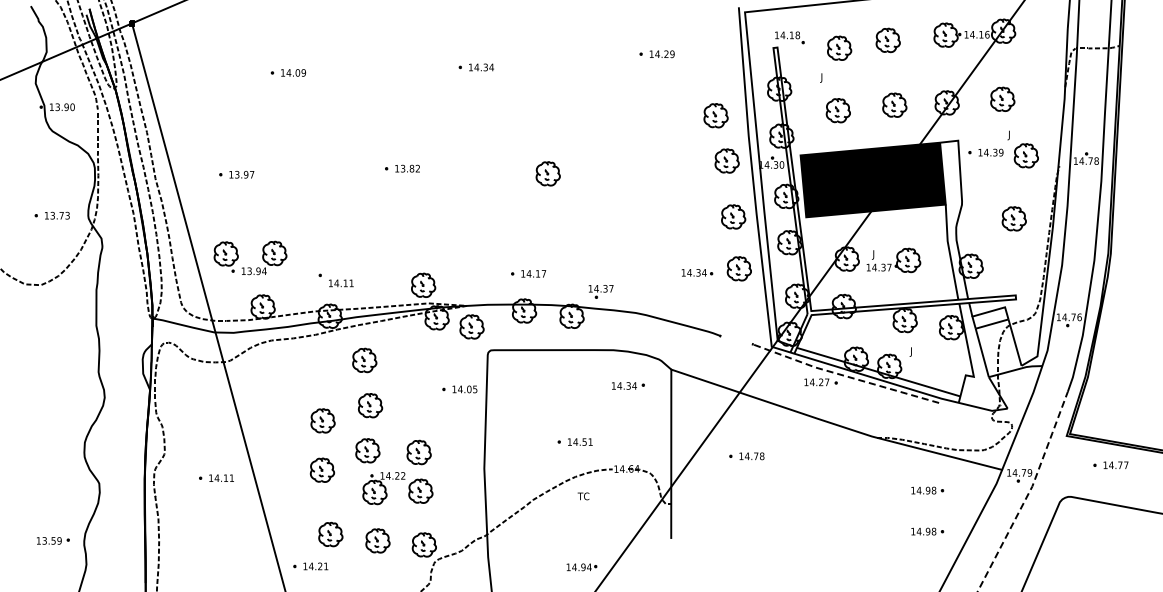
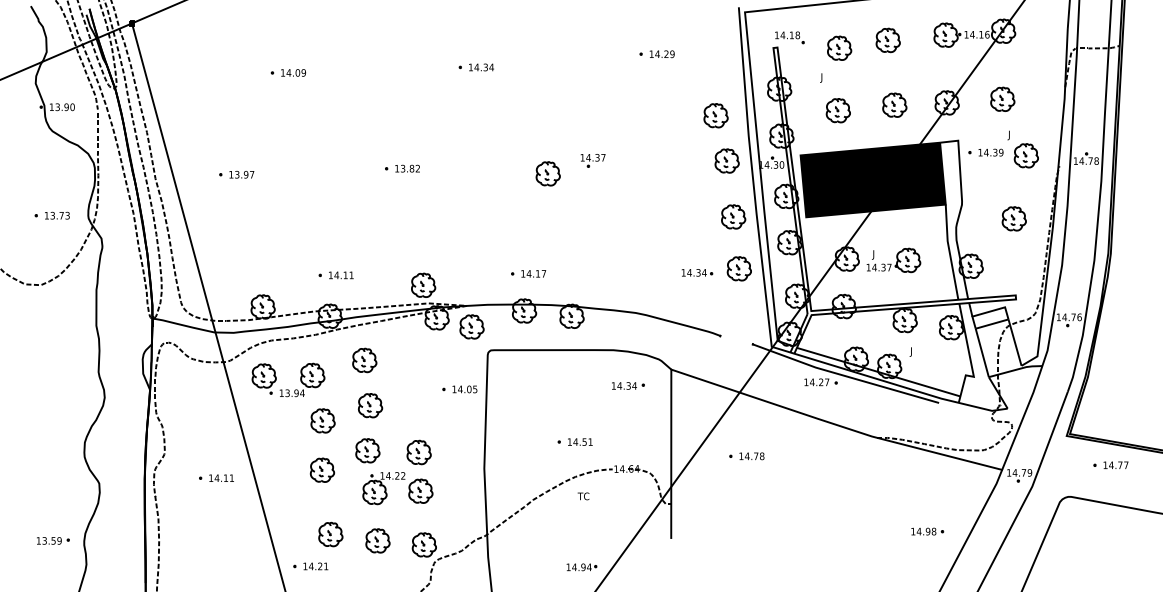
part at (250, 267) position: (250, 267) -> (288, 389)
text at (341, 283) position: (341, 283) -> (341, 275)
part at (600, 291) position: (600, 291) -> (592, 160)
line at (844, 375): dashed -> solid
part at (927, 490): present -> none
line at (1029, 492): dashed -> solid
